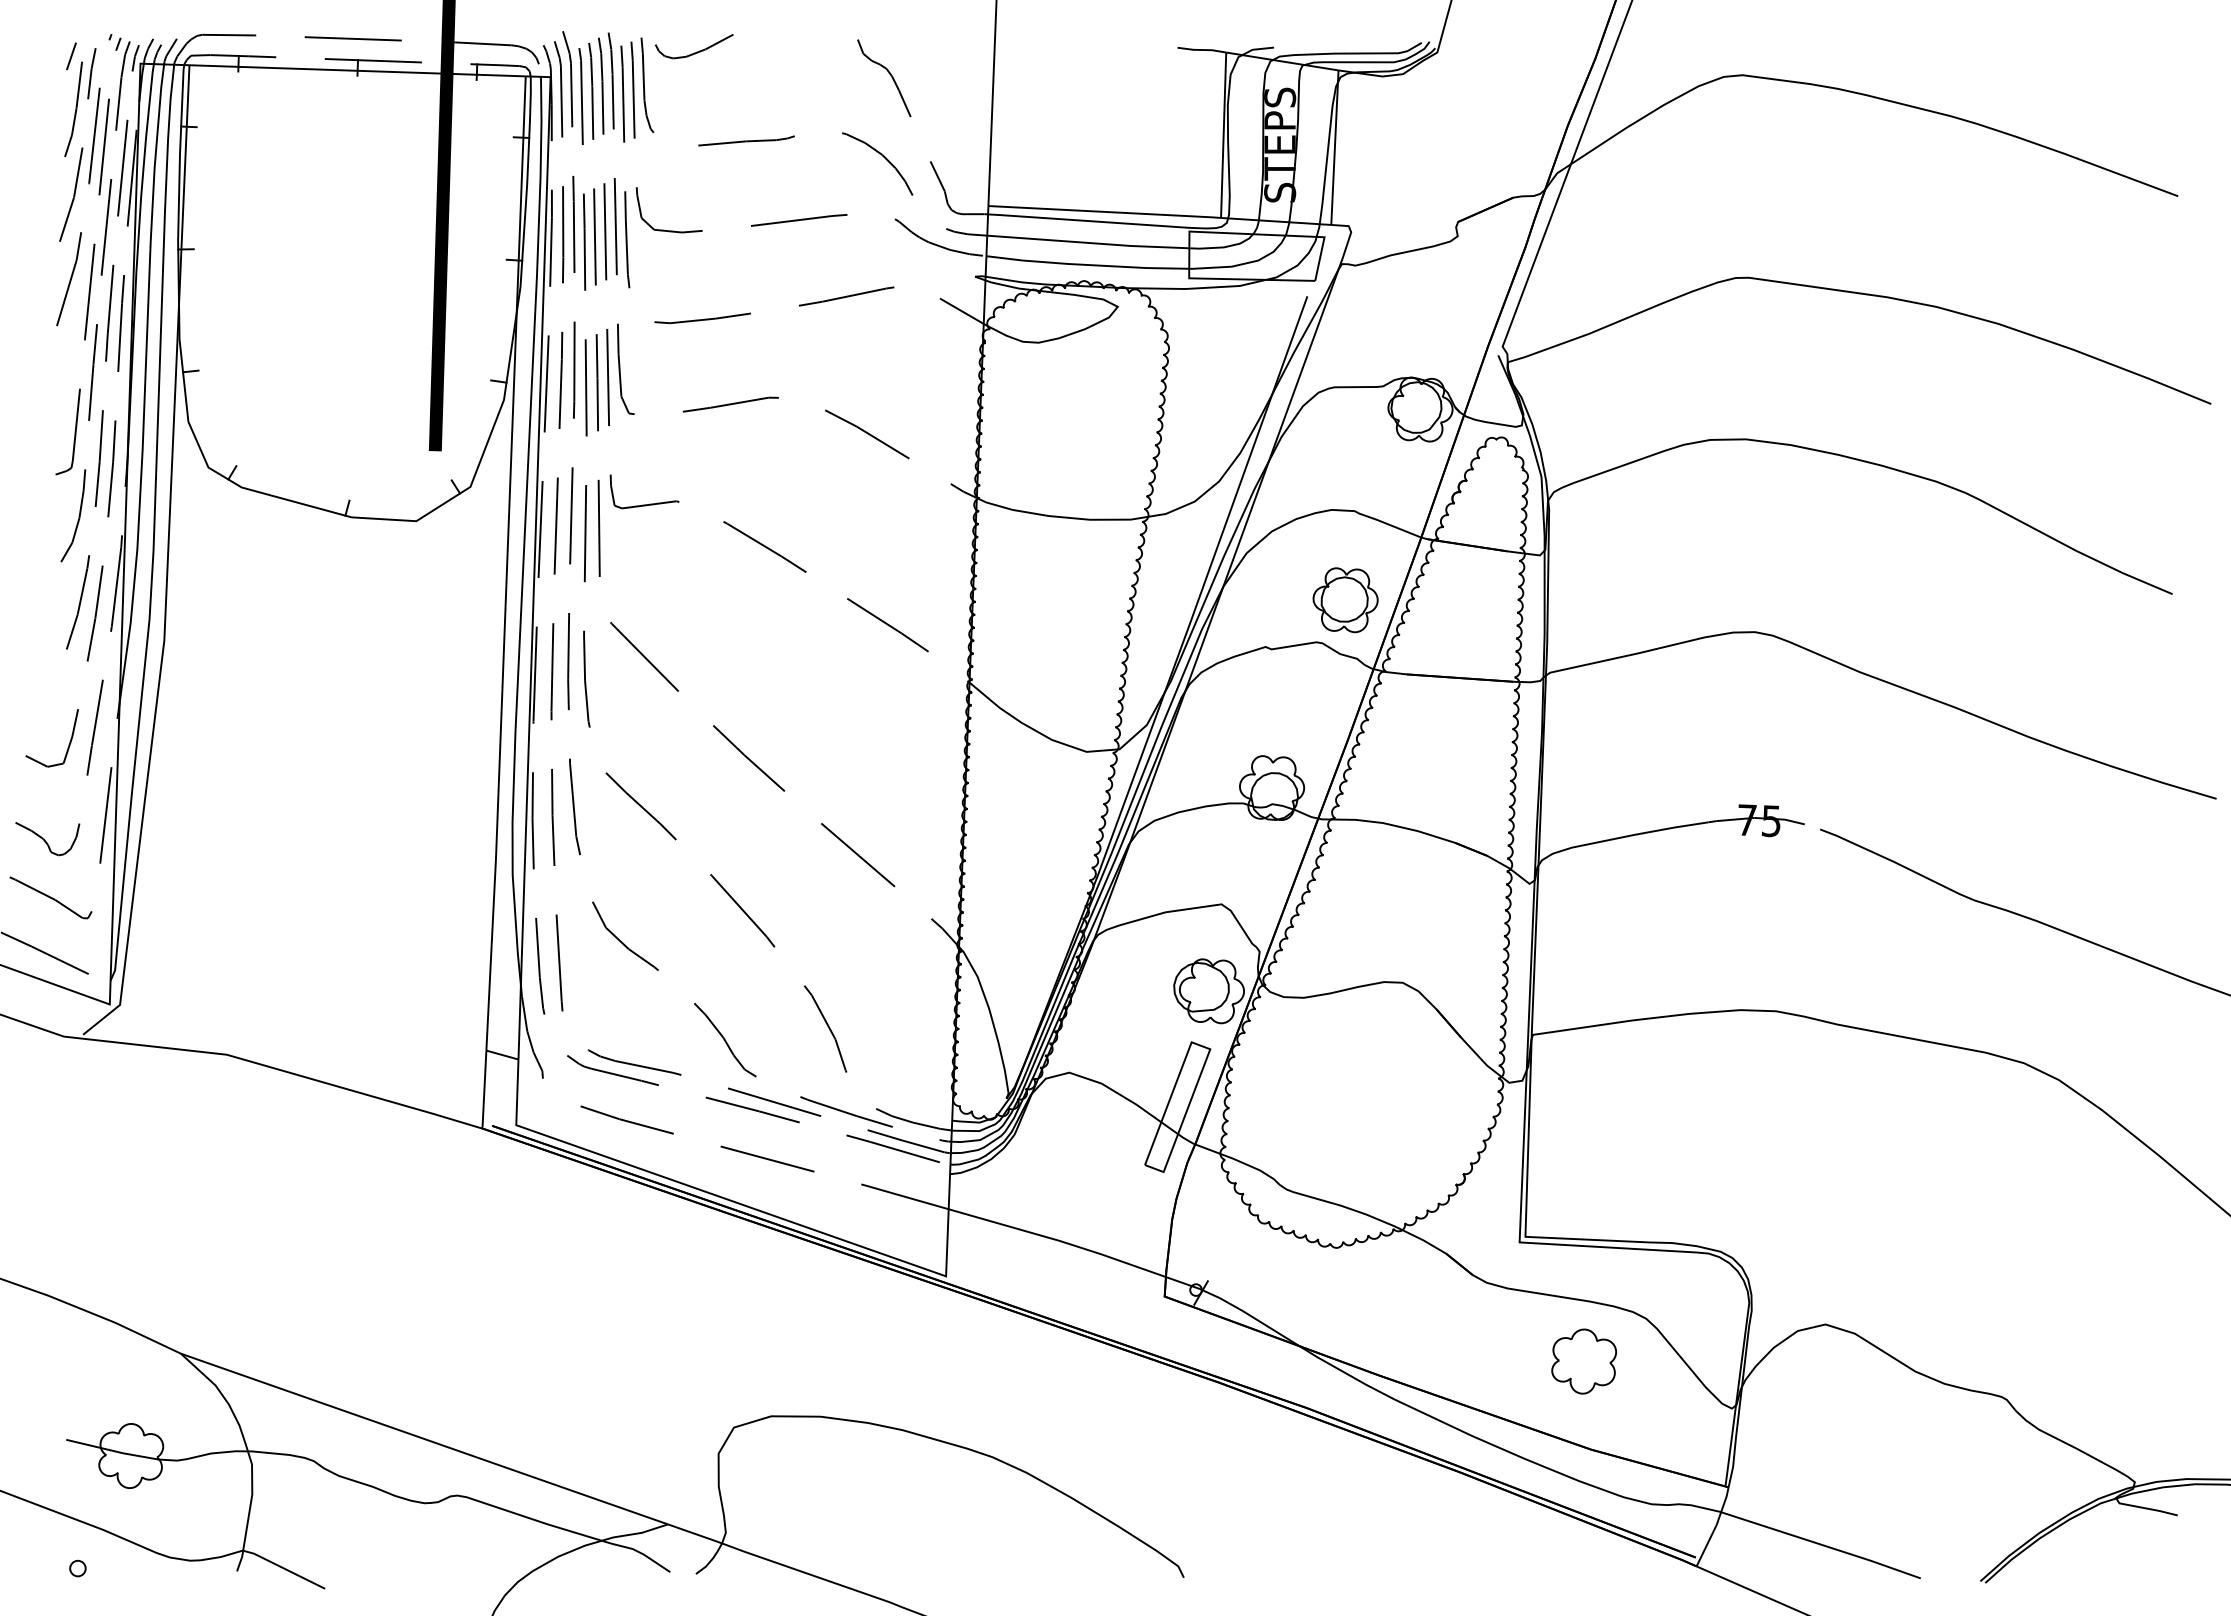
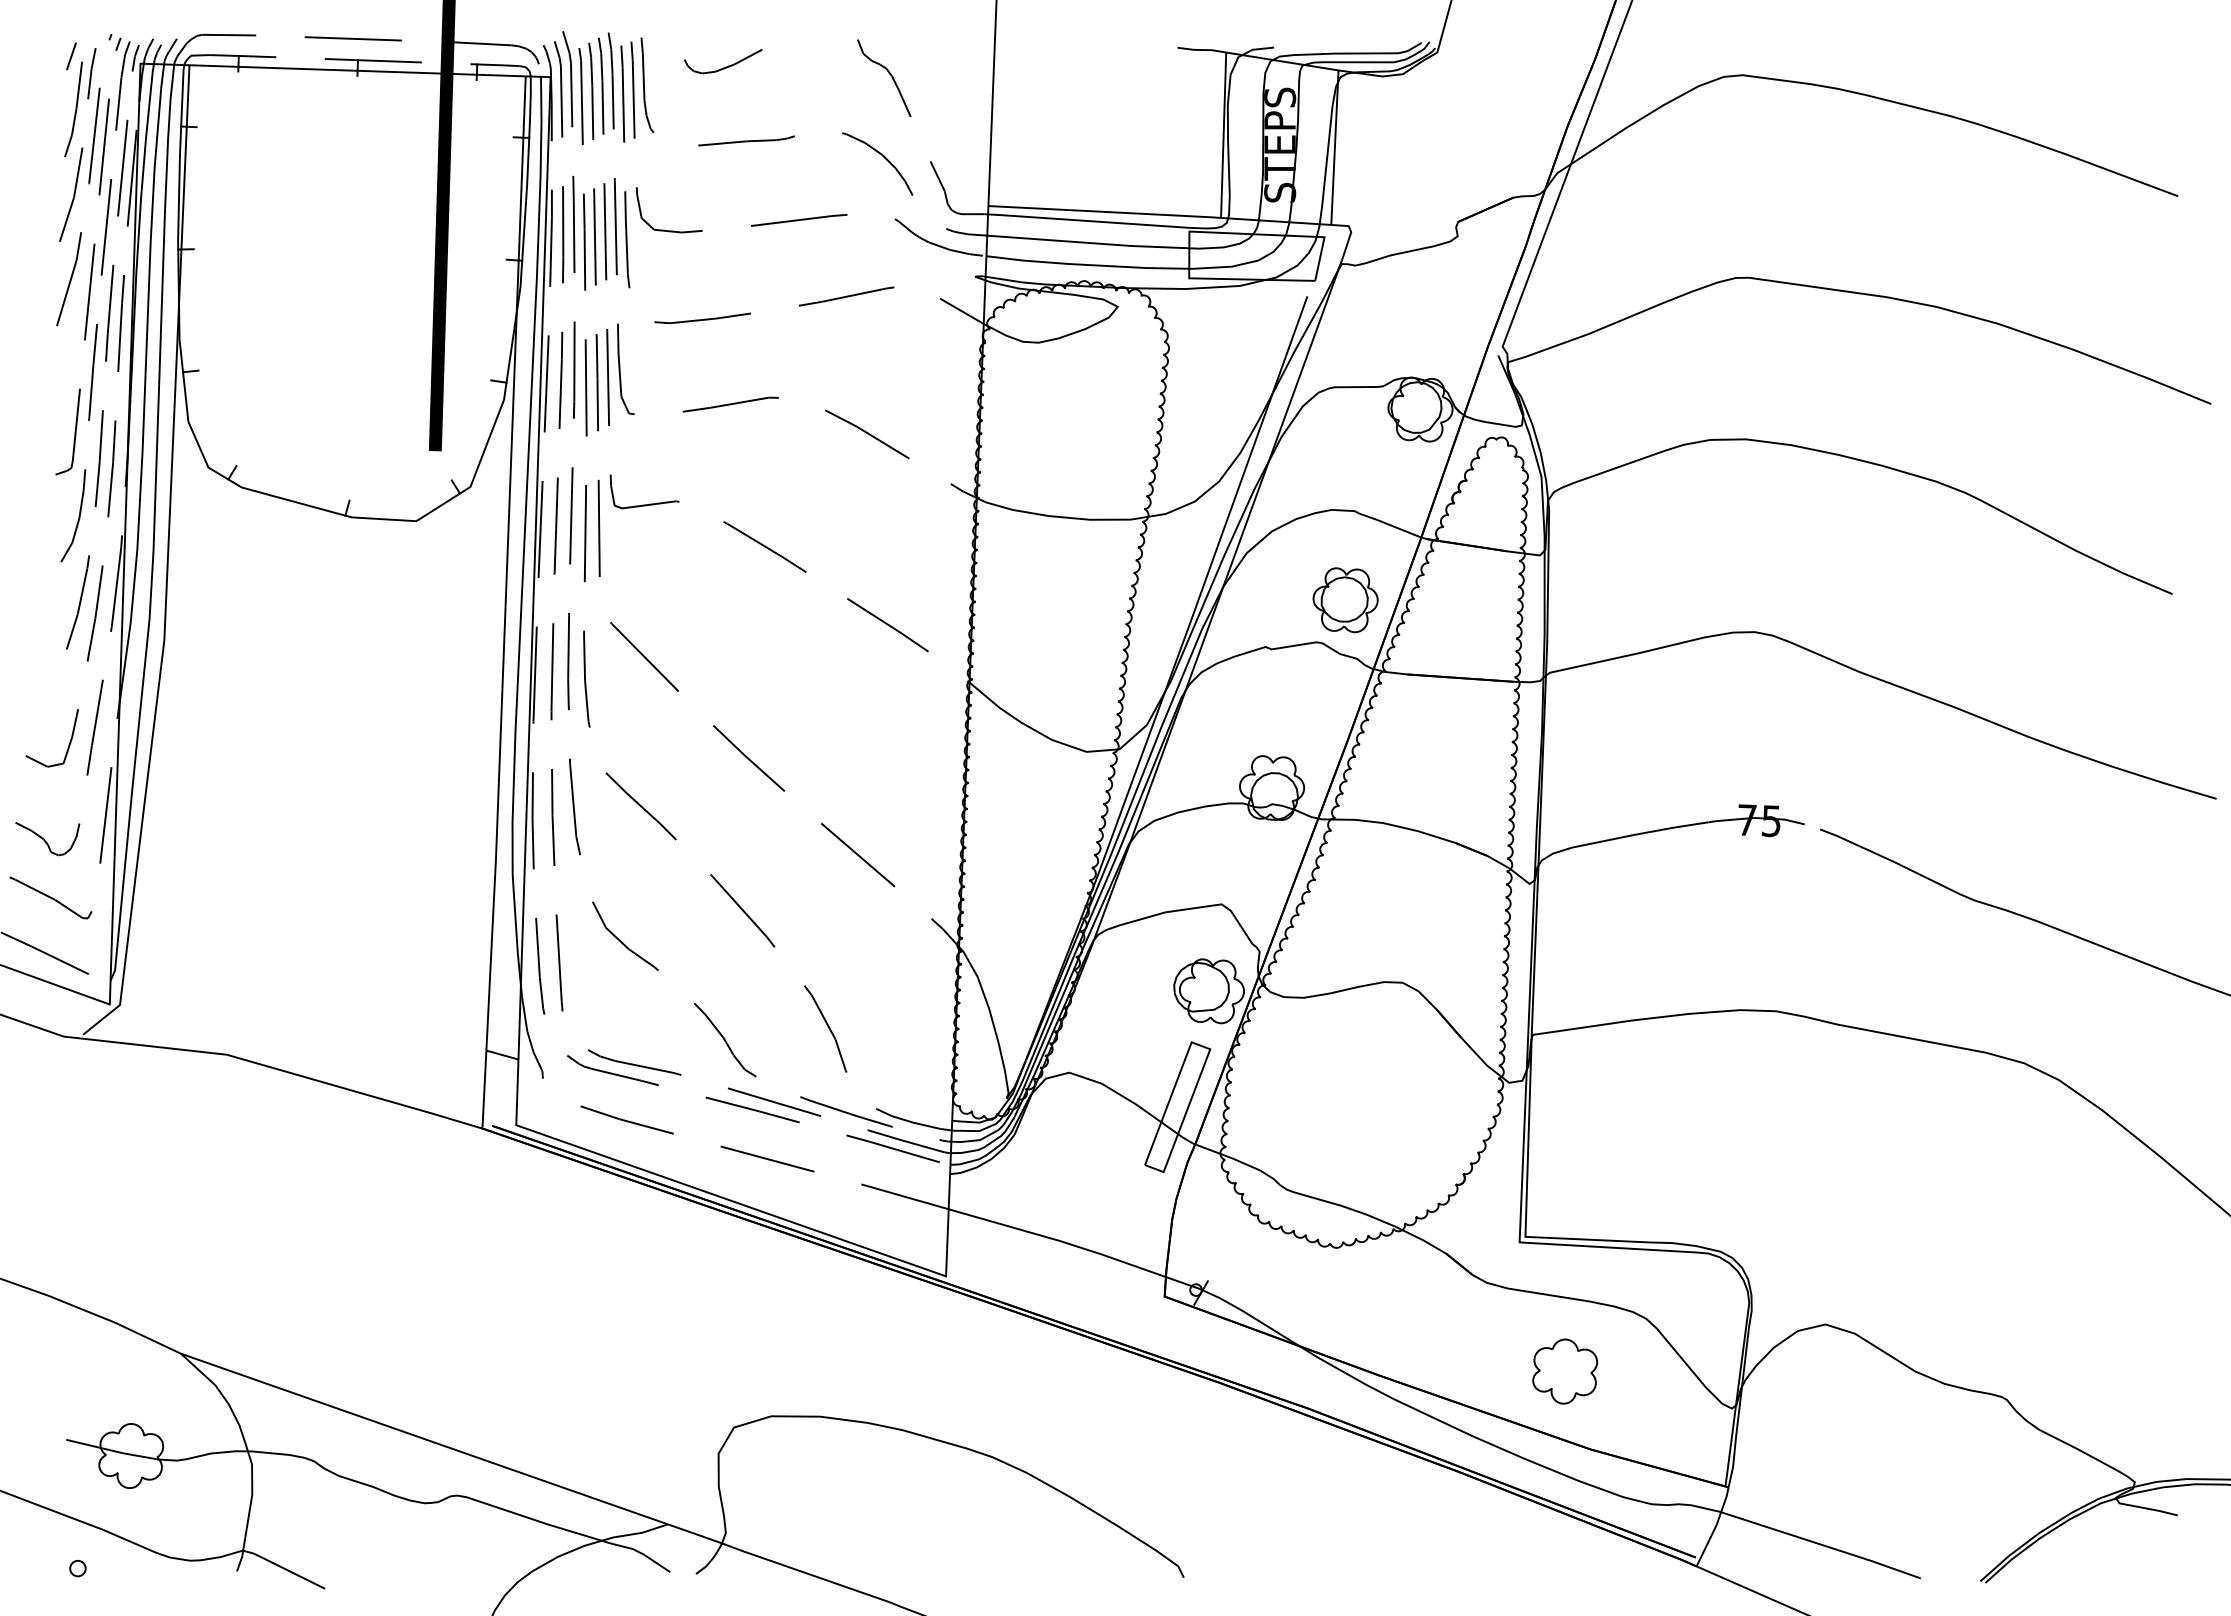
curve at (696, 51) position: (696, 51) -> (725, 66)
part at (1584, 1361) position: (1584, 1361) -> (1565, 1371)
